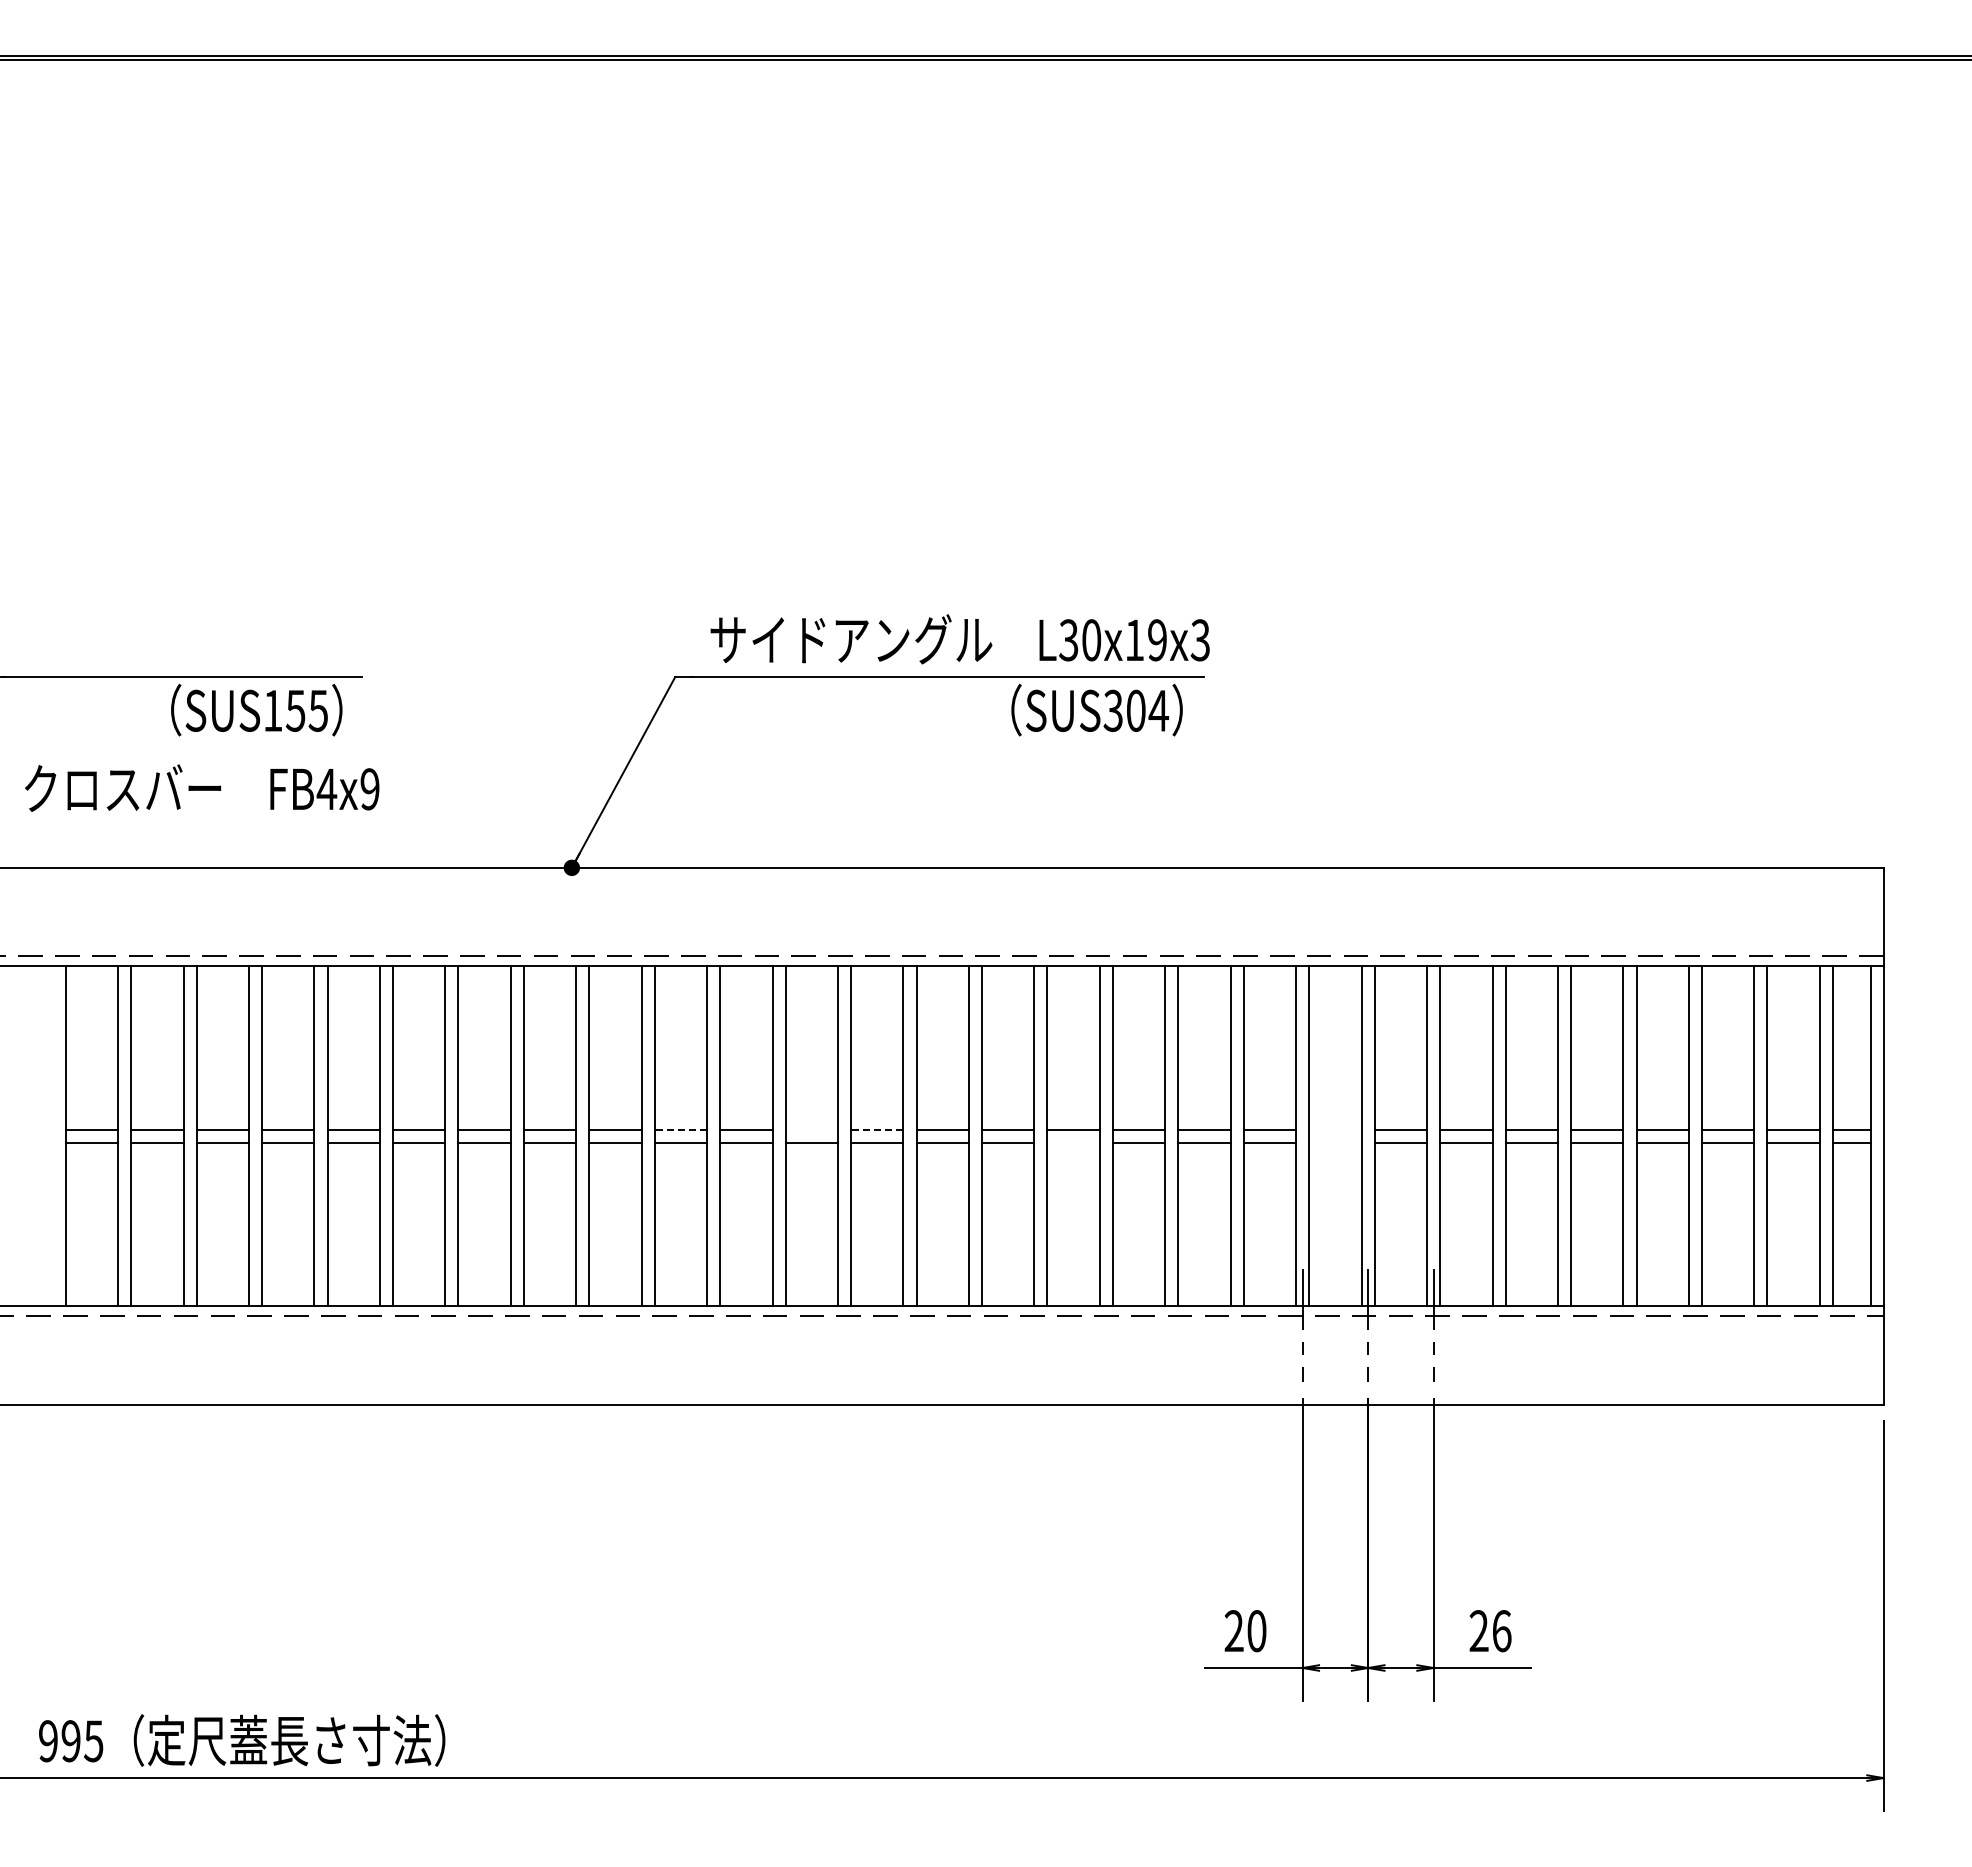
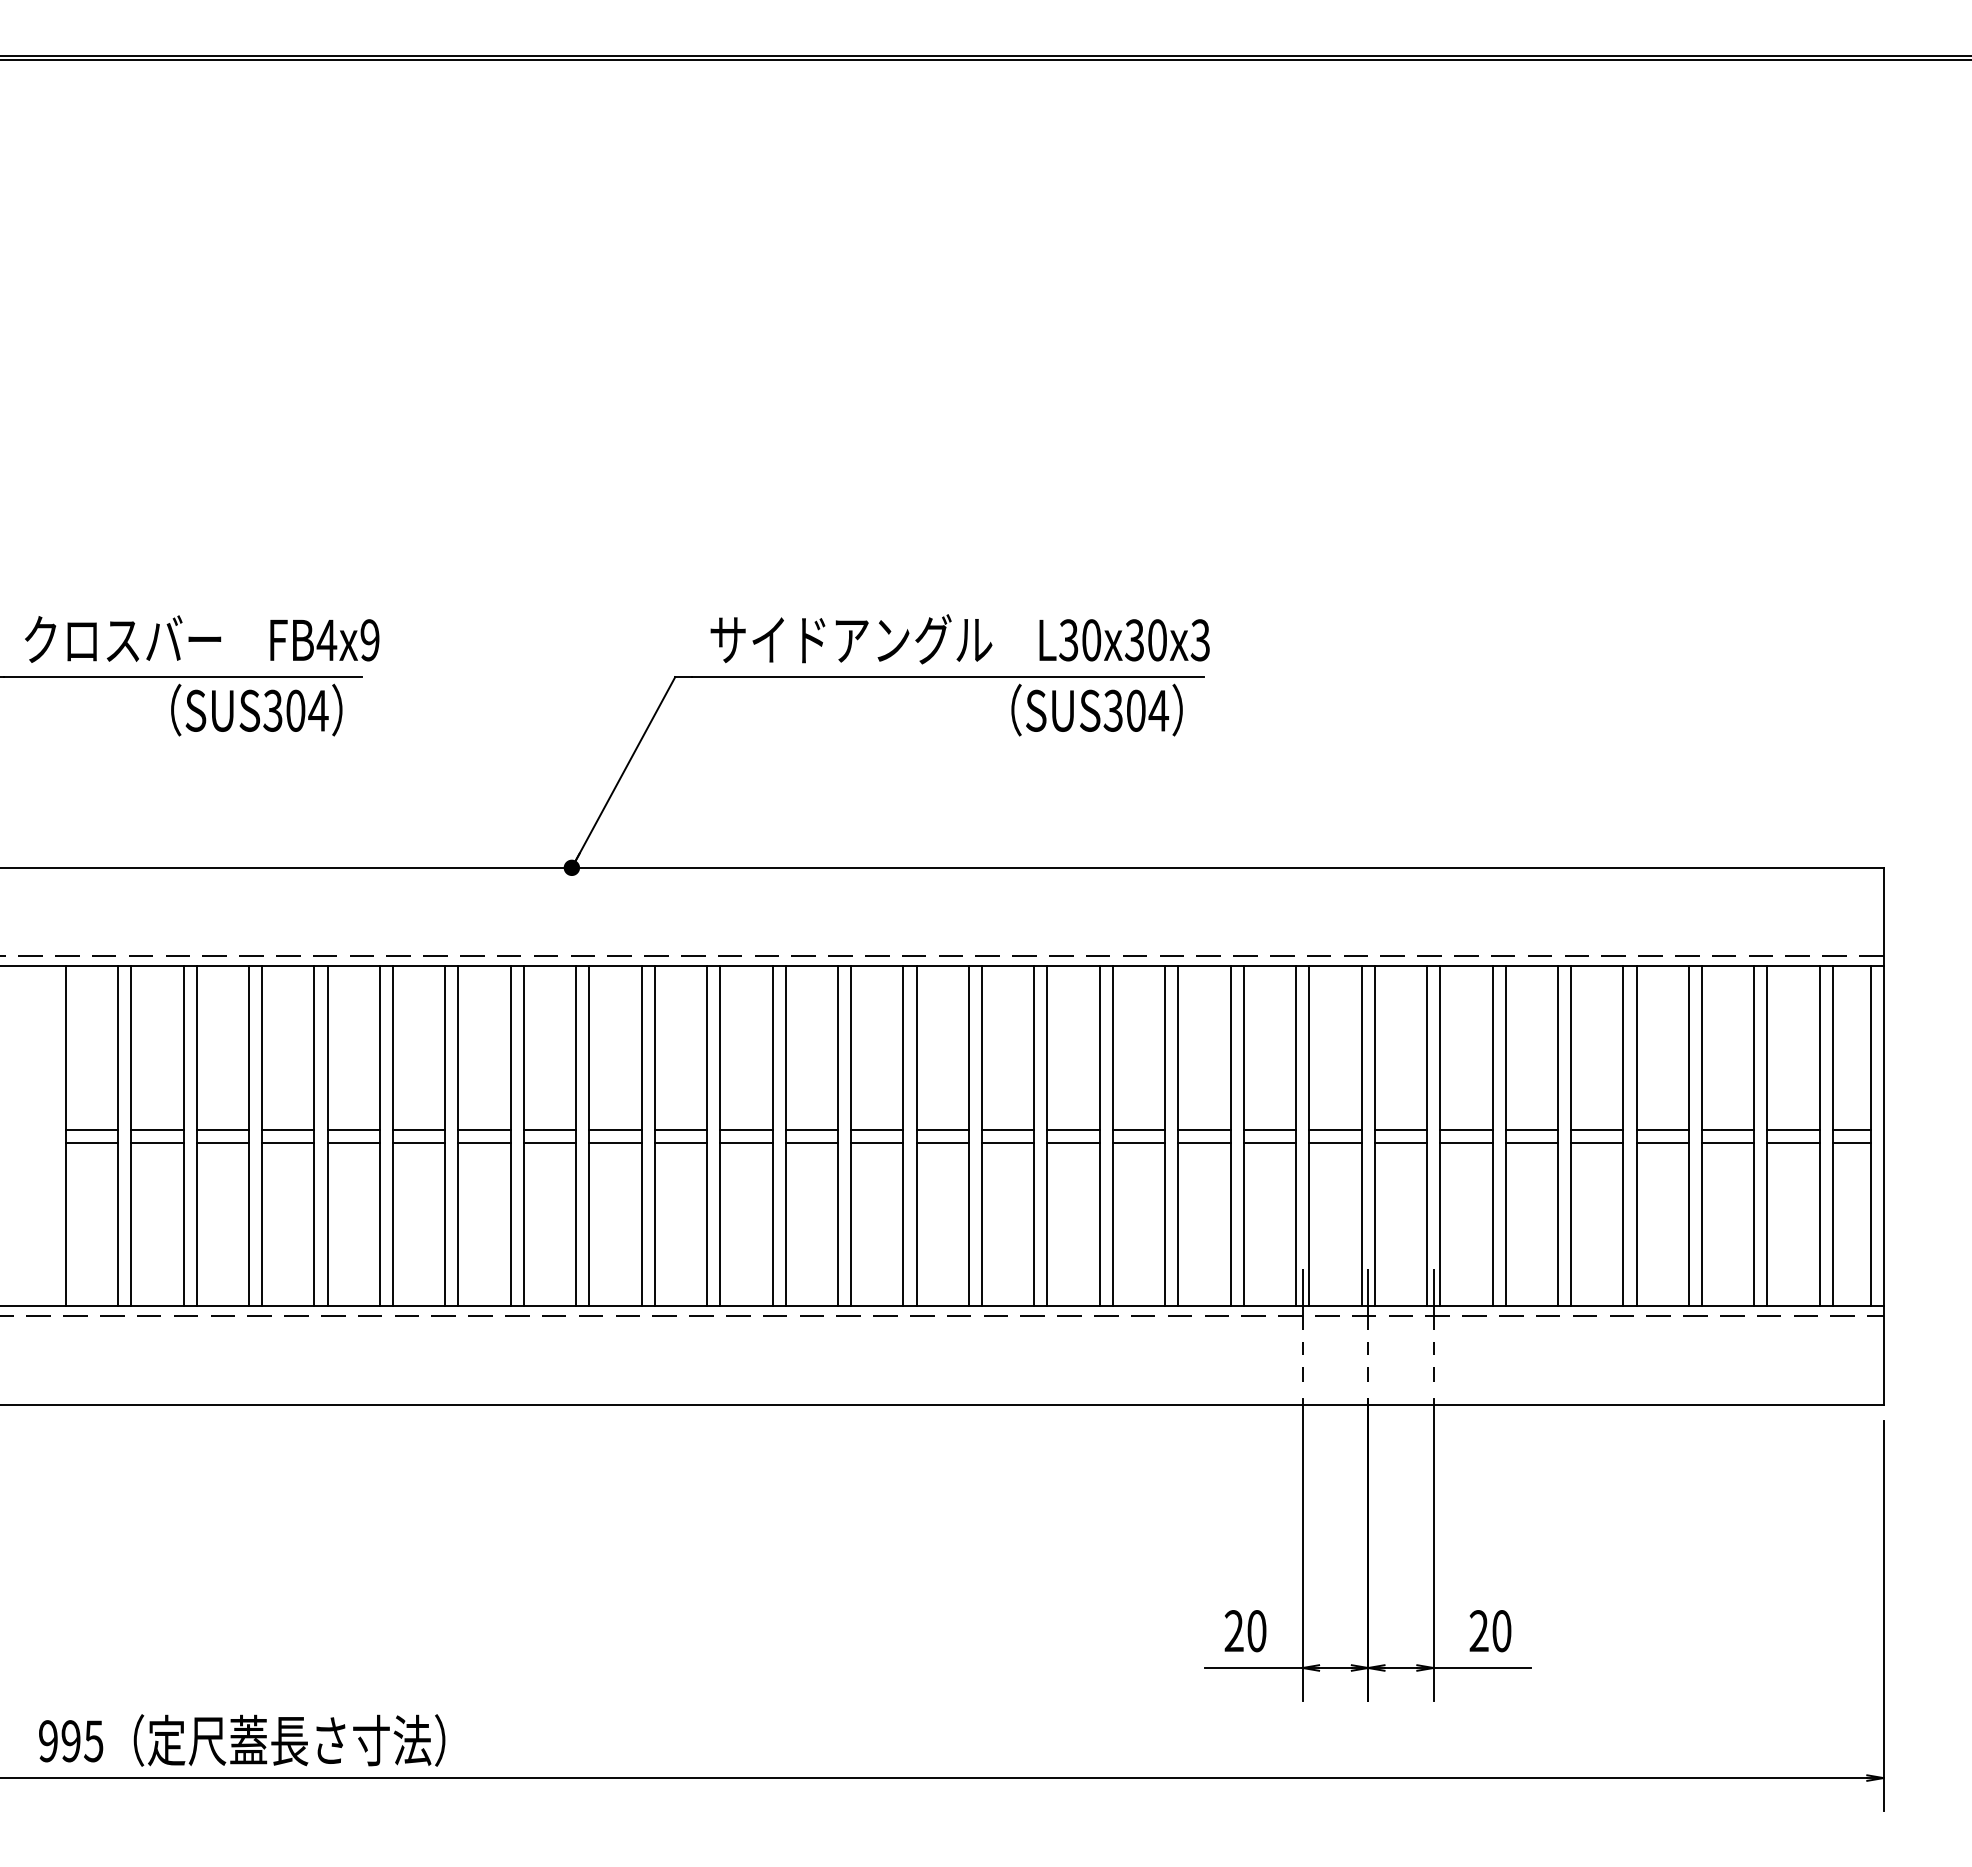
text at (1145, 640): L30x19x3 -> L30x30x3
text at (295, 710): SUS155 -> SUS304
text at (202, 787) position: (202, 787) -> (202, 638)
line at (680, 1129): dashed -> solid
line at (811, 1129): none -> present
line at (876, 1129): dashed -> solid
line at (1335, 1129): none -> present
line at (1073, 1142): none -> present
line at (1335, 1142): none -> present
text at (1501, 1631): 26 -> 20
